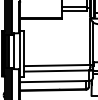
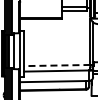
line at (56, 65): solid -> dashed
